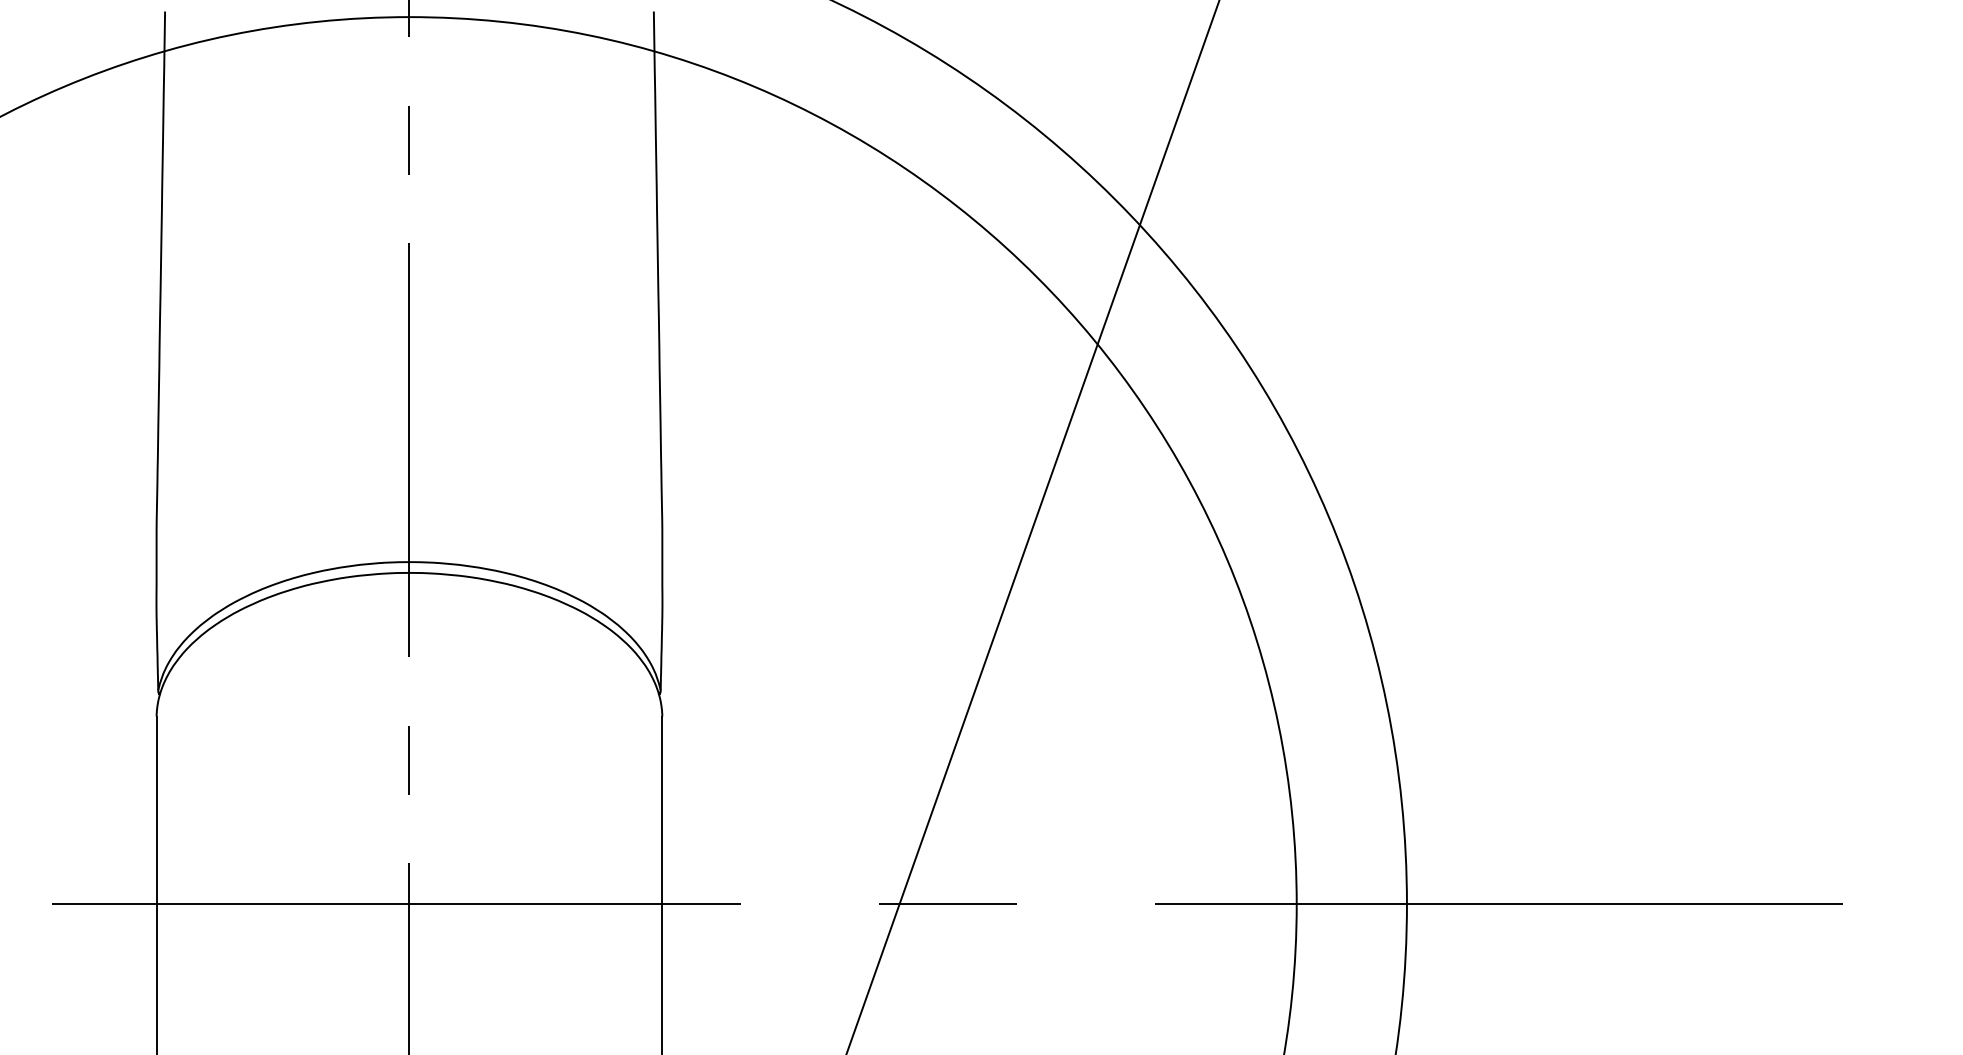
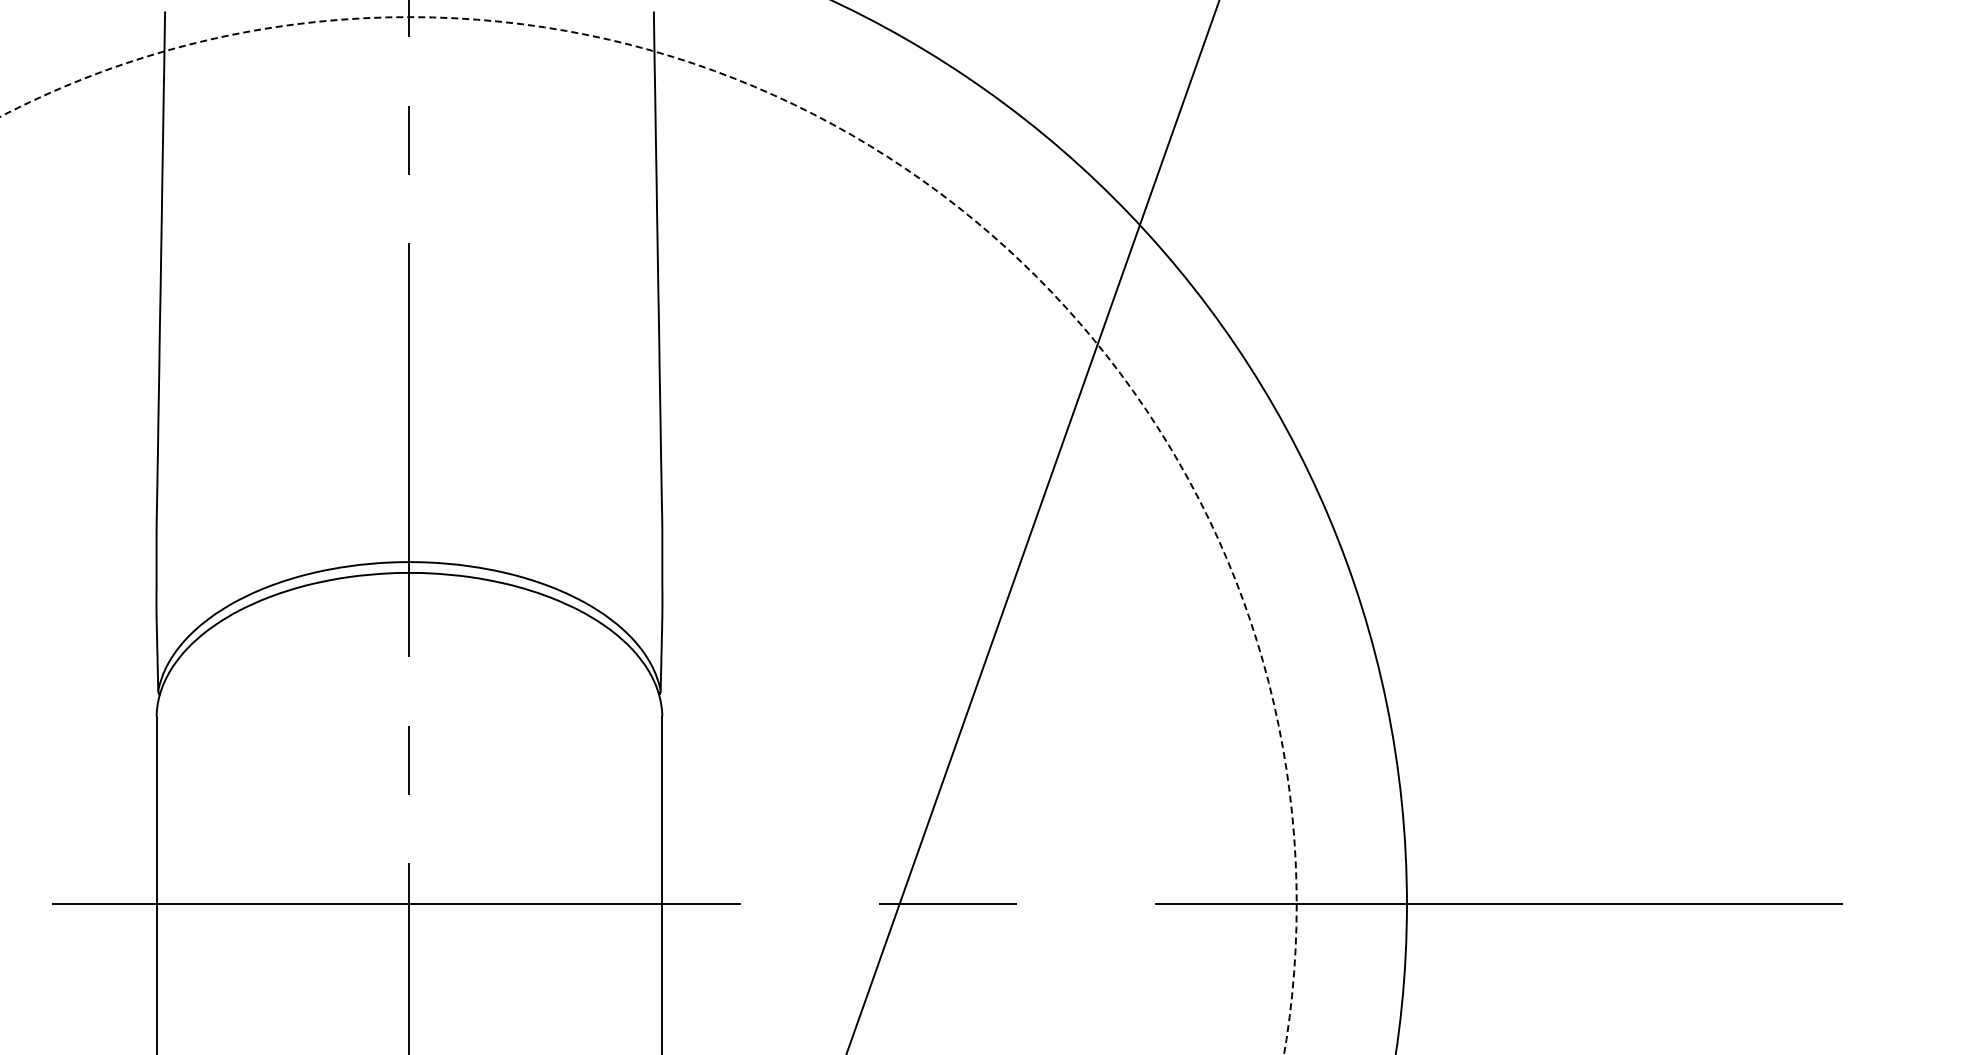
circle at (648, 535): solid -> dashed
